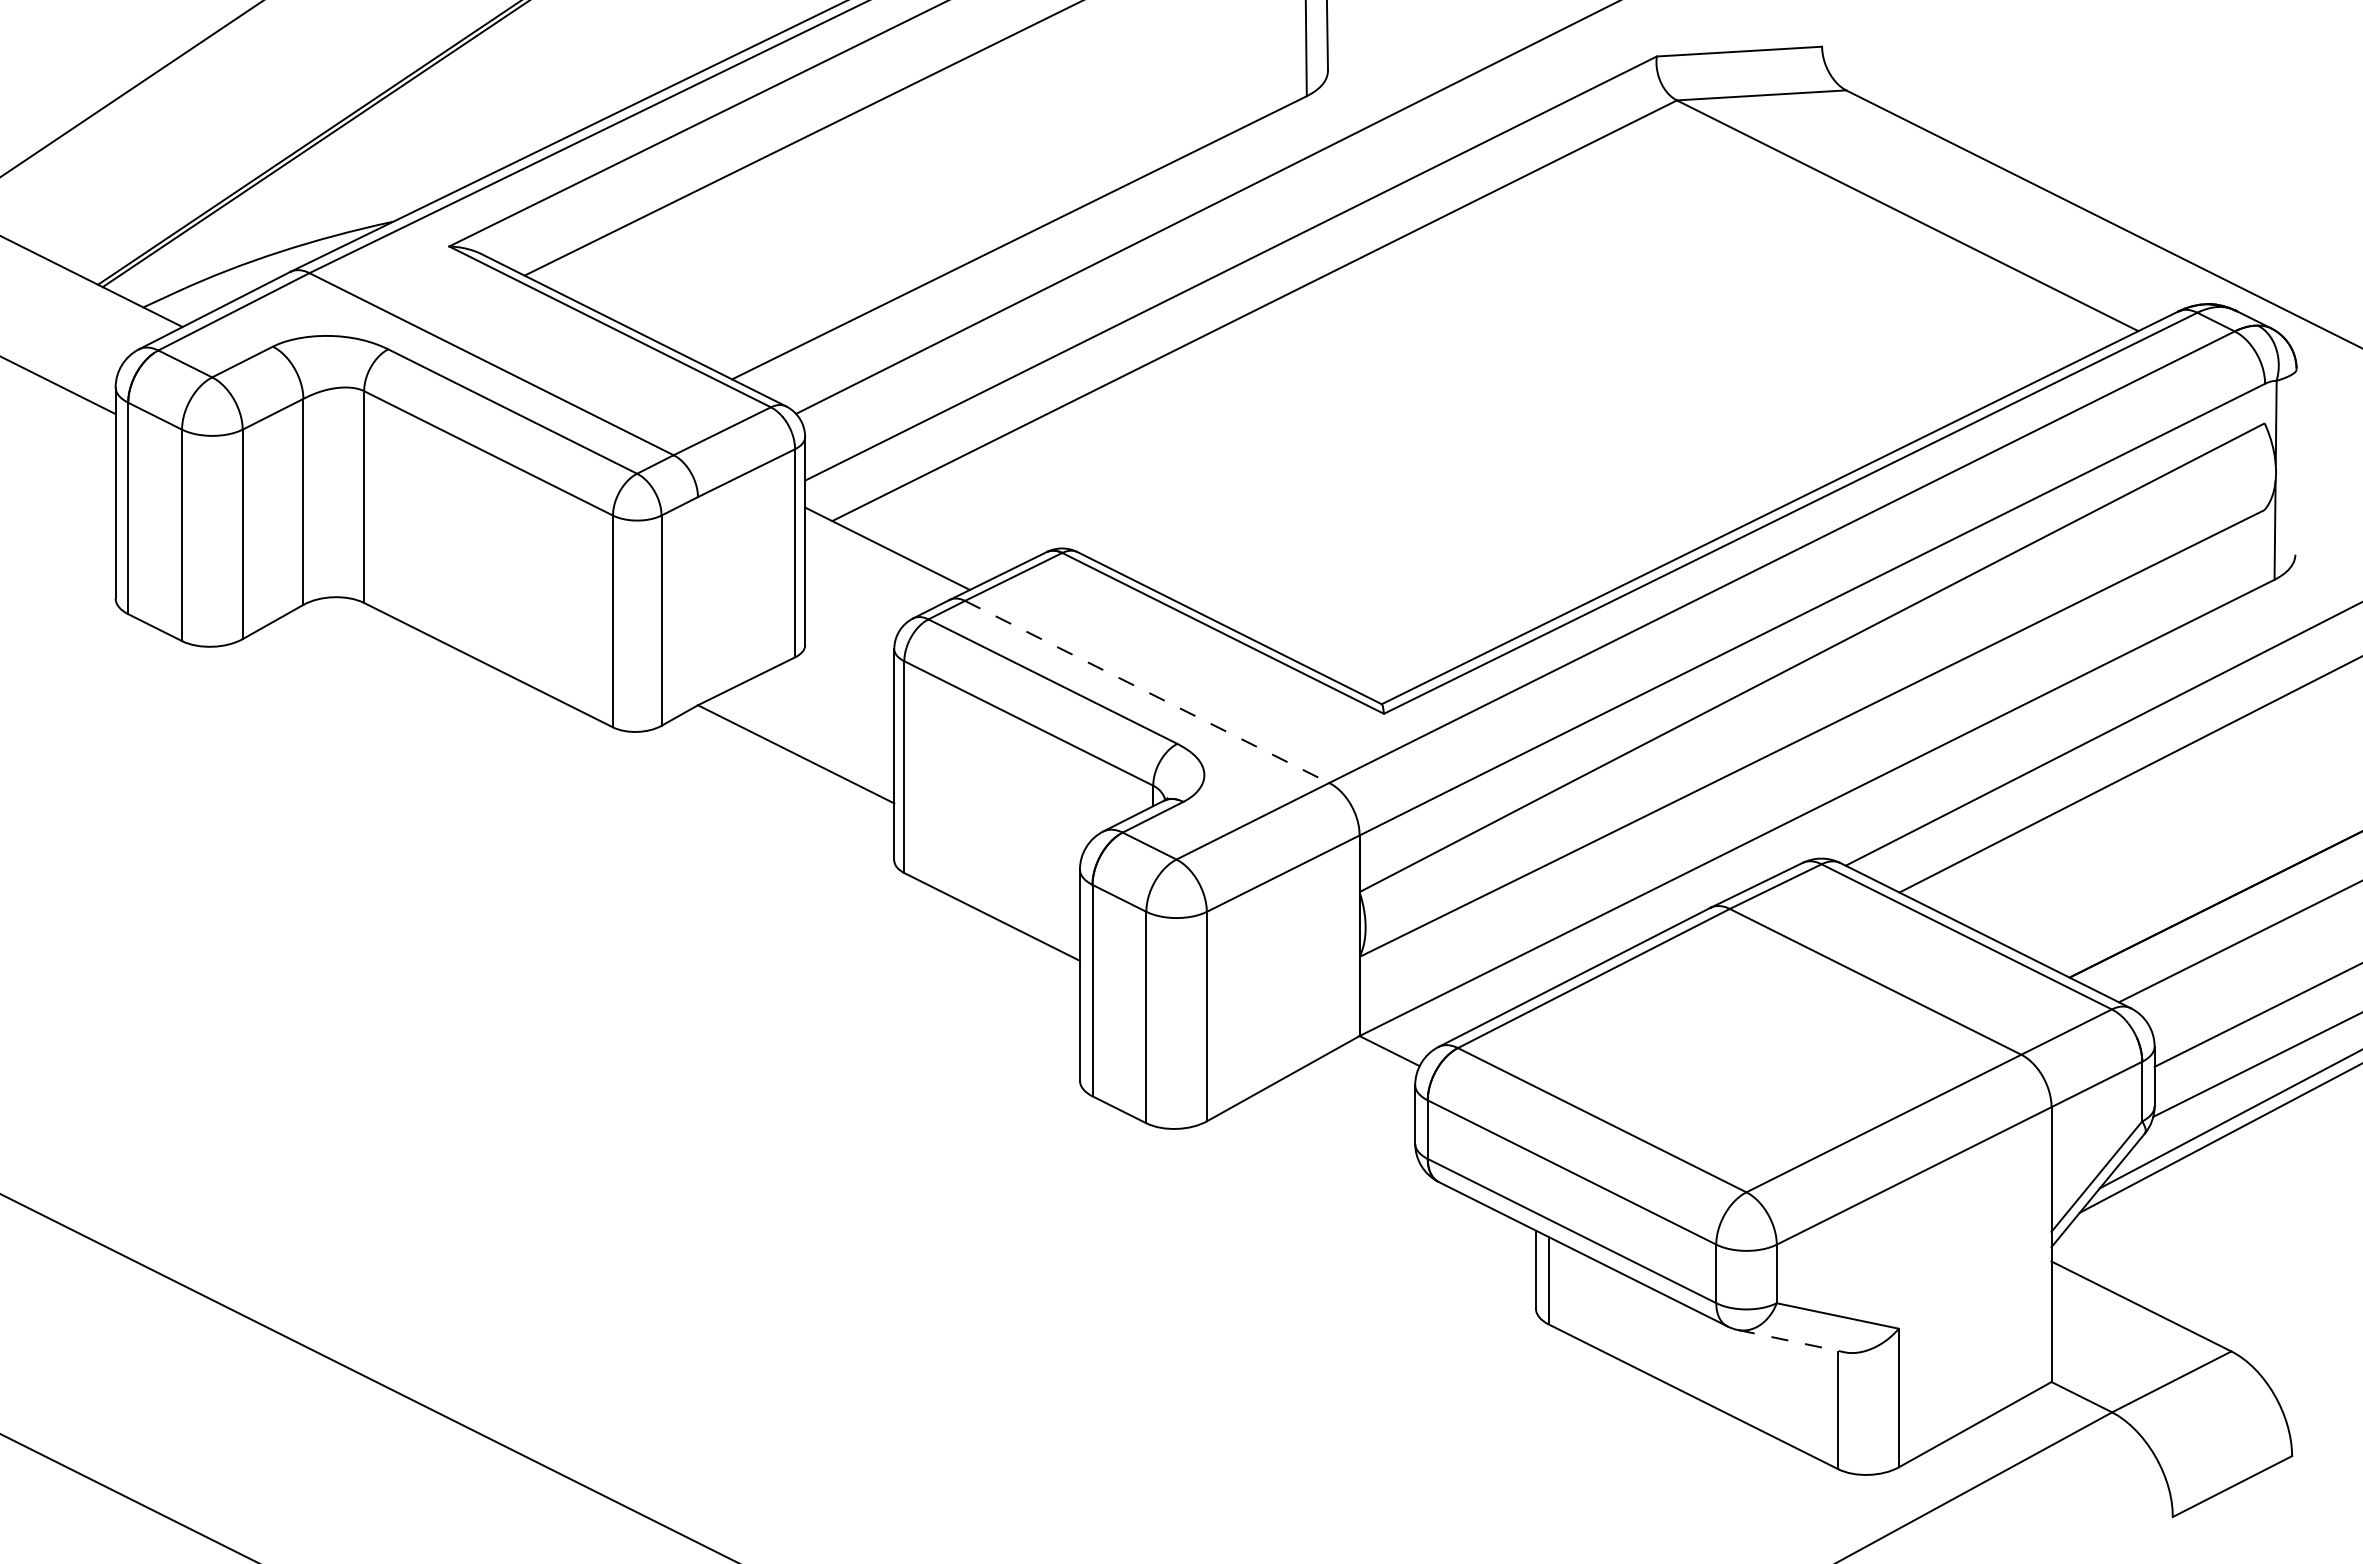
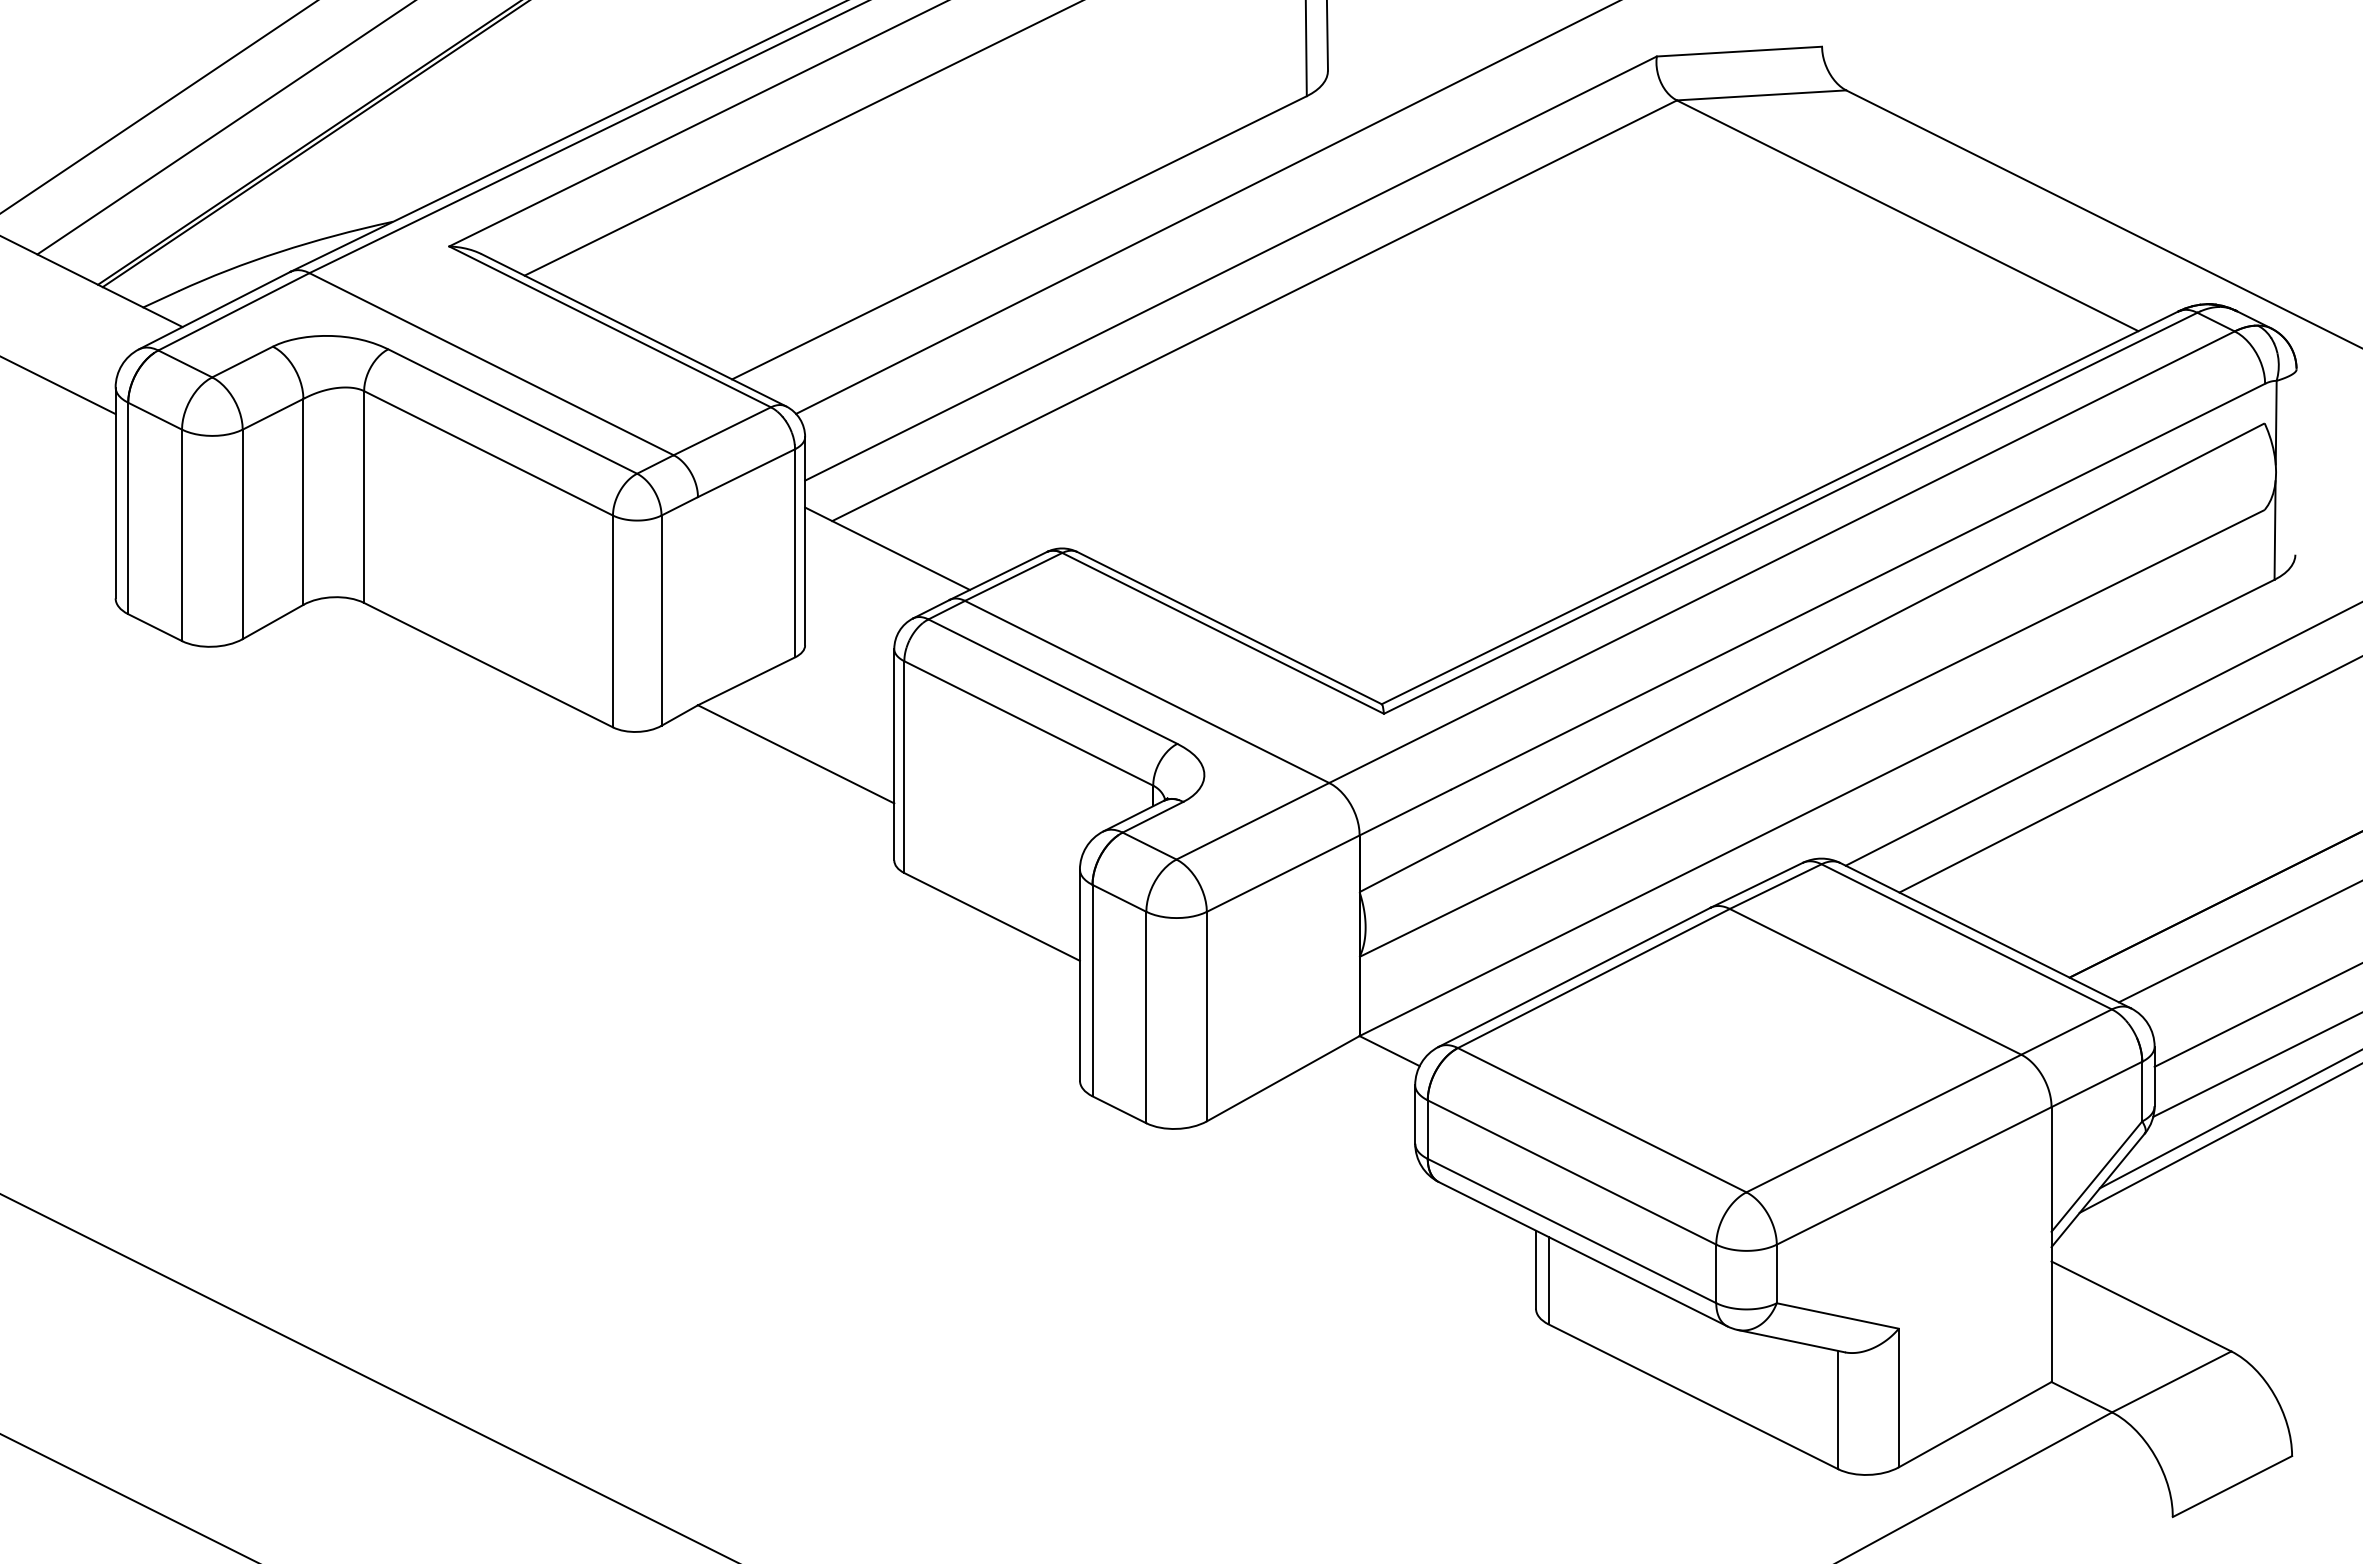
line at (131, 88) position: (131, 88) -> (158, 107)
line at (224, 128): none -> present
line at (1147, 691): dashed -> solid
line at (1791, 1341): dashed -> solid
